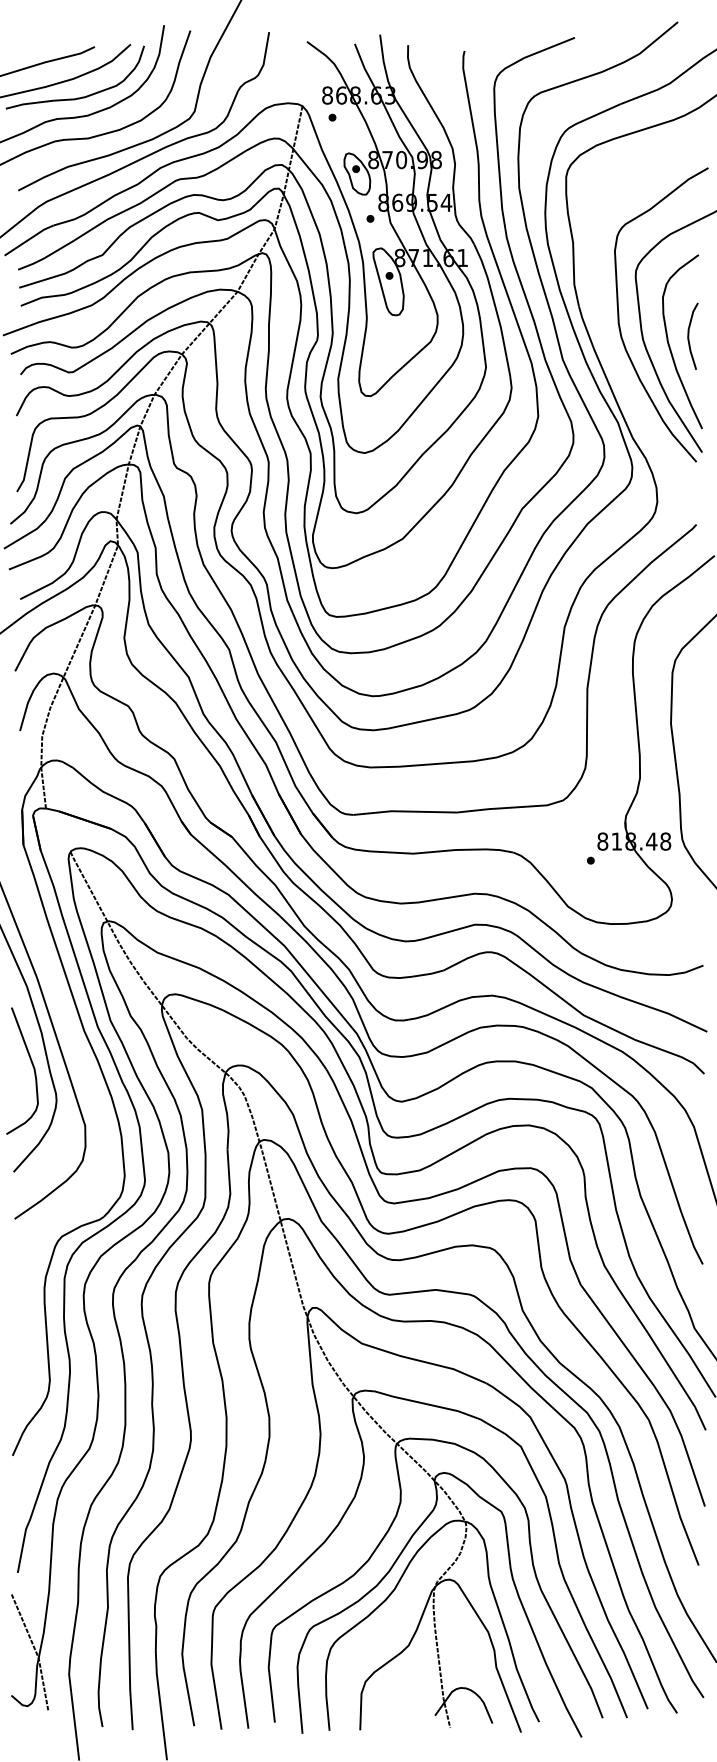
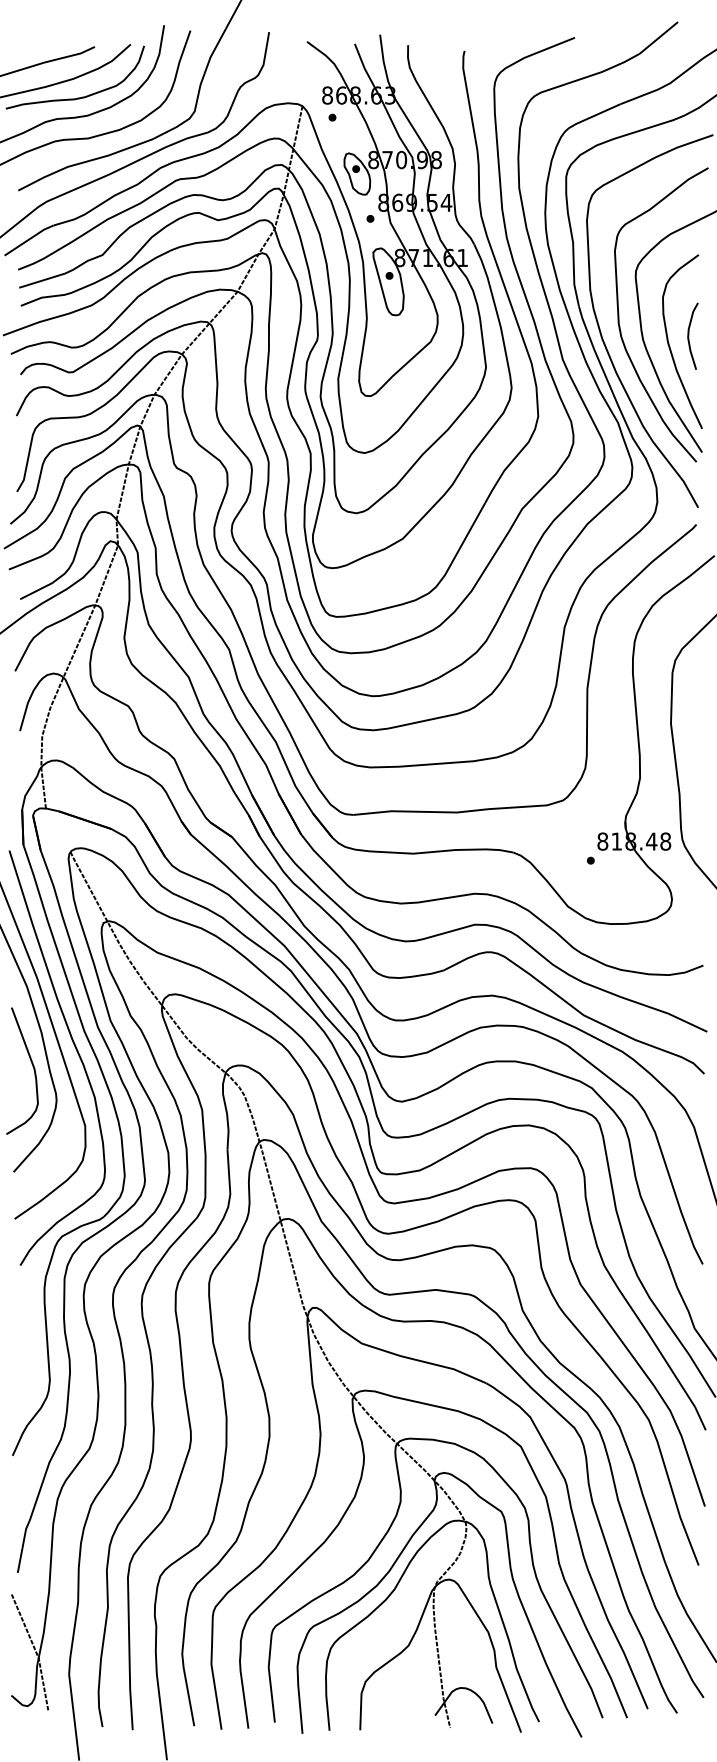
curve at (601, 331): none -> present
curve at (74, 1047): none -> present
